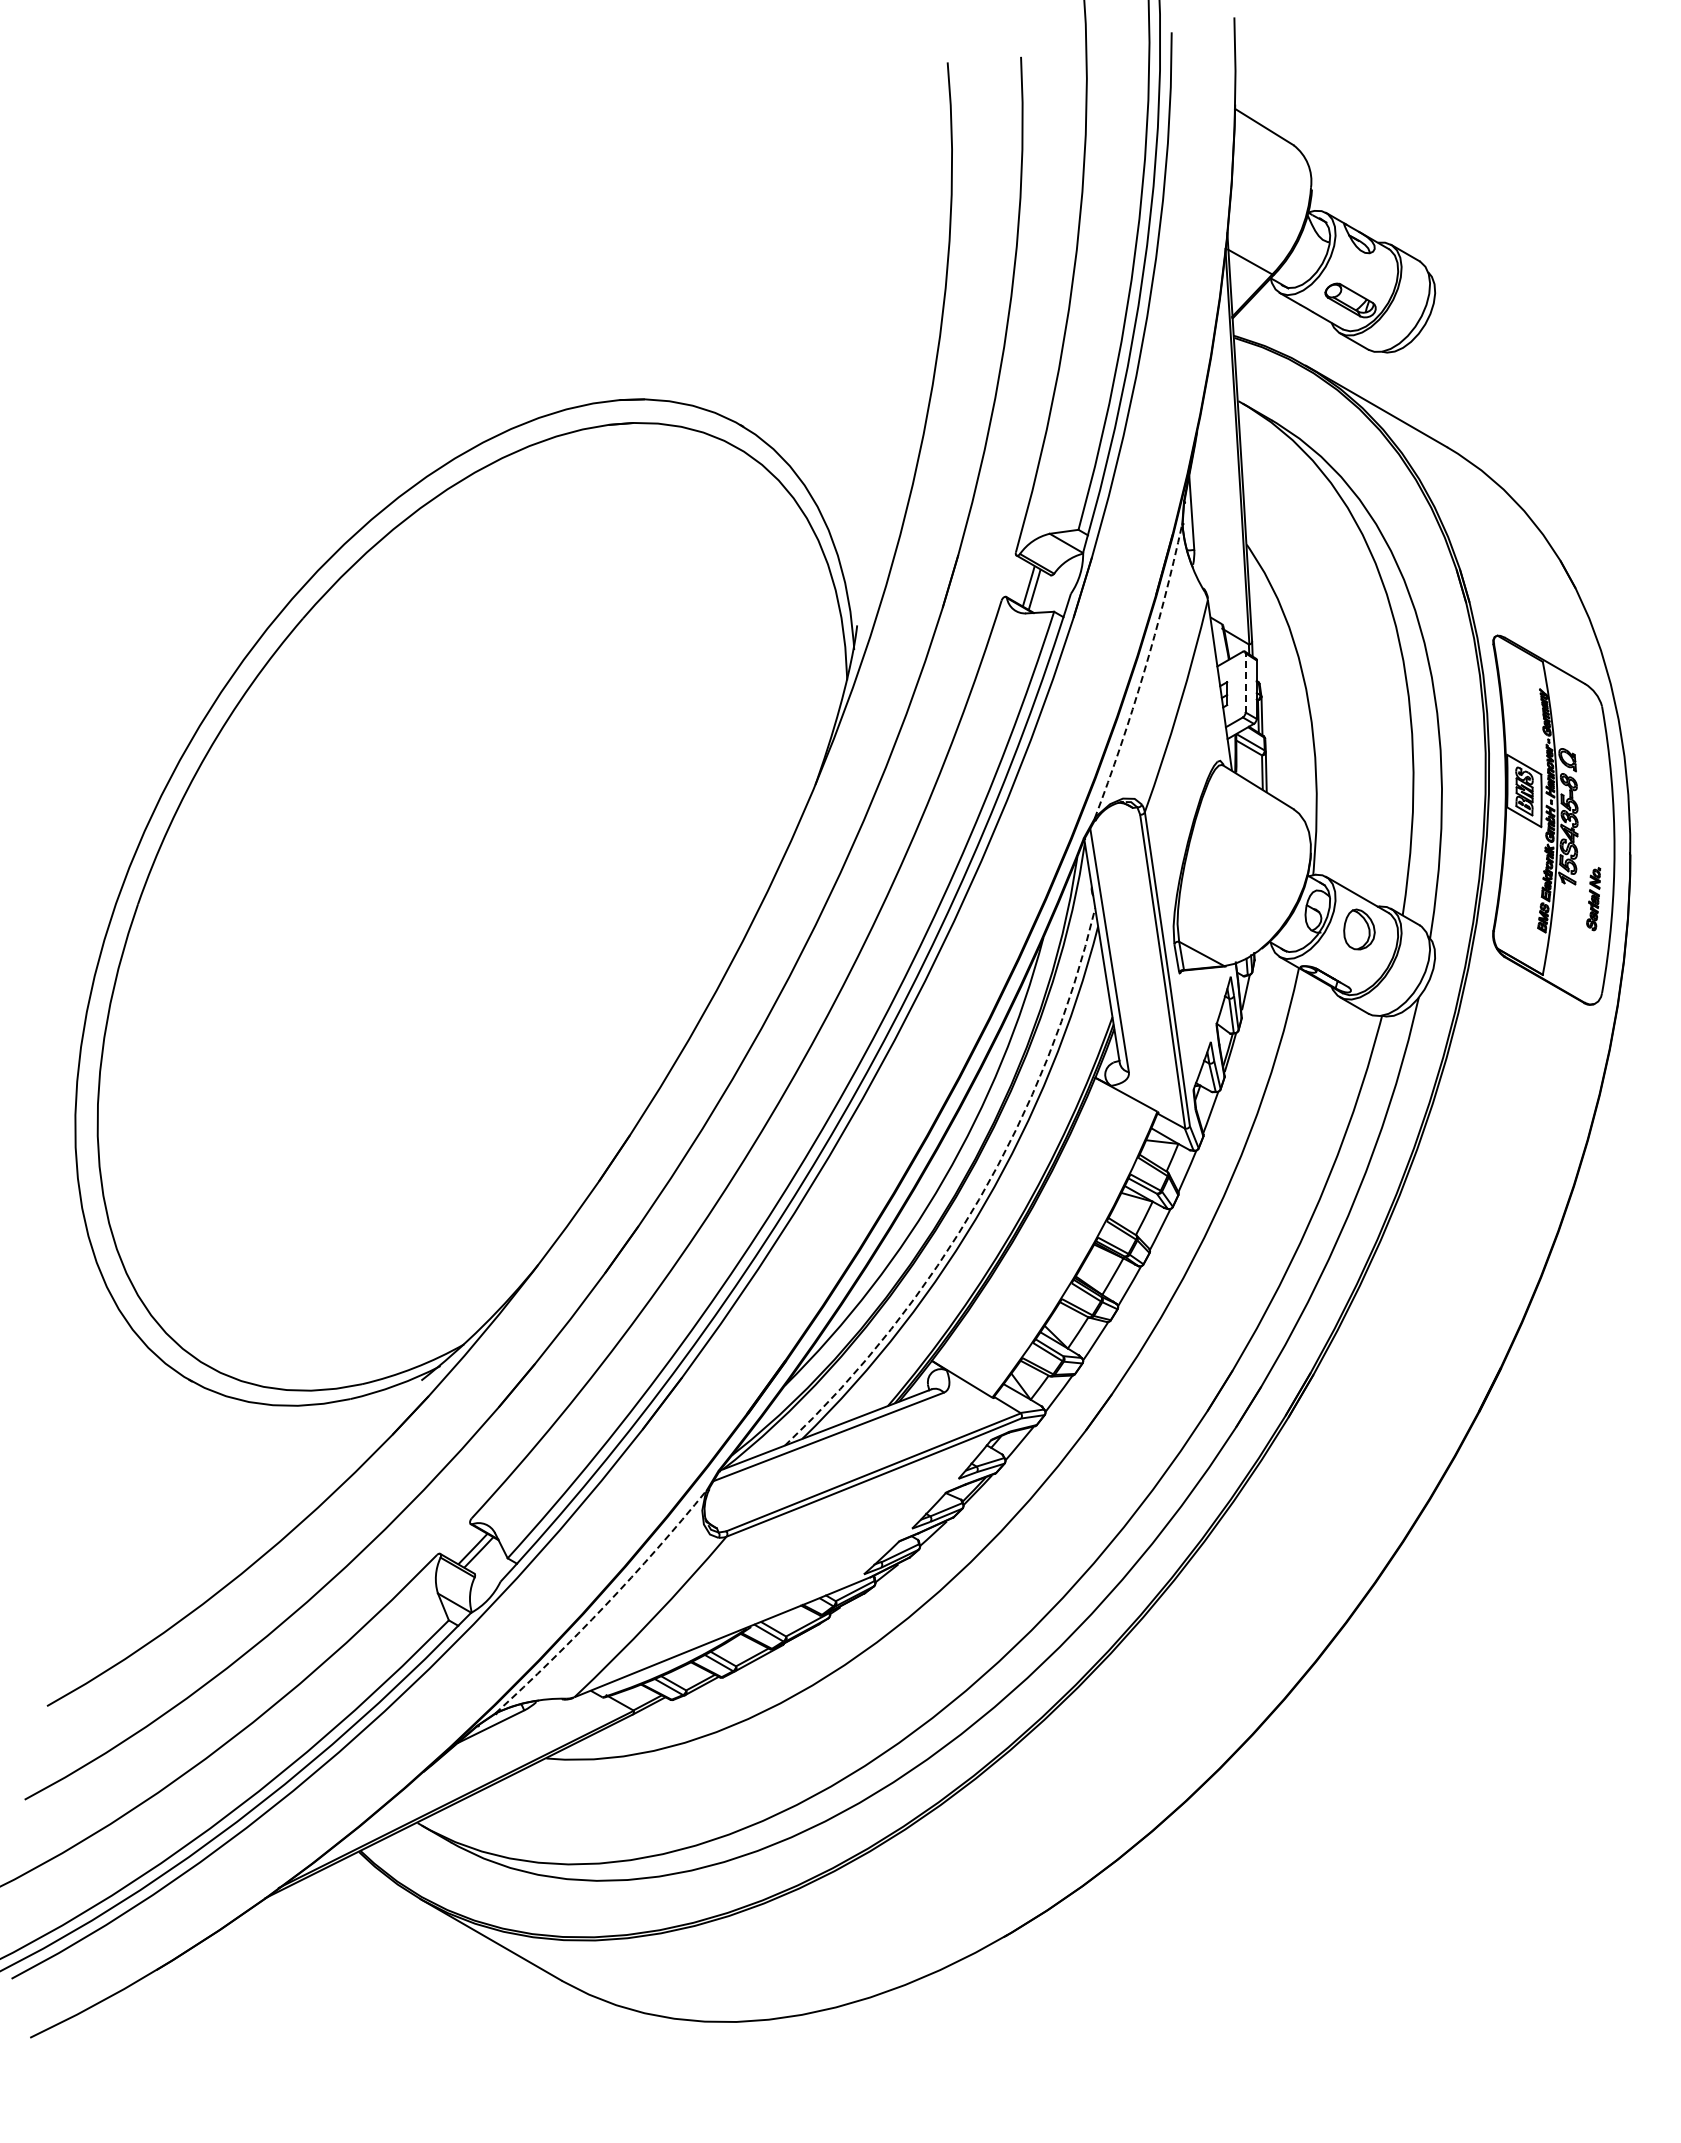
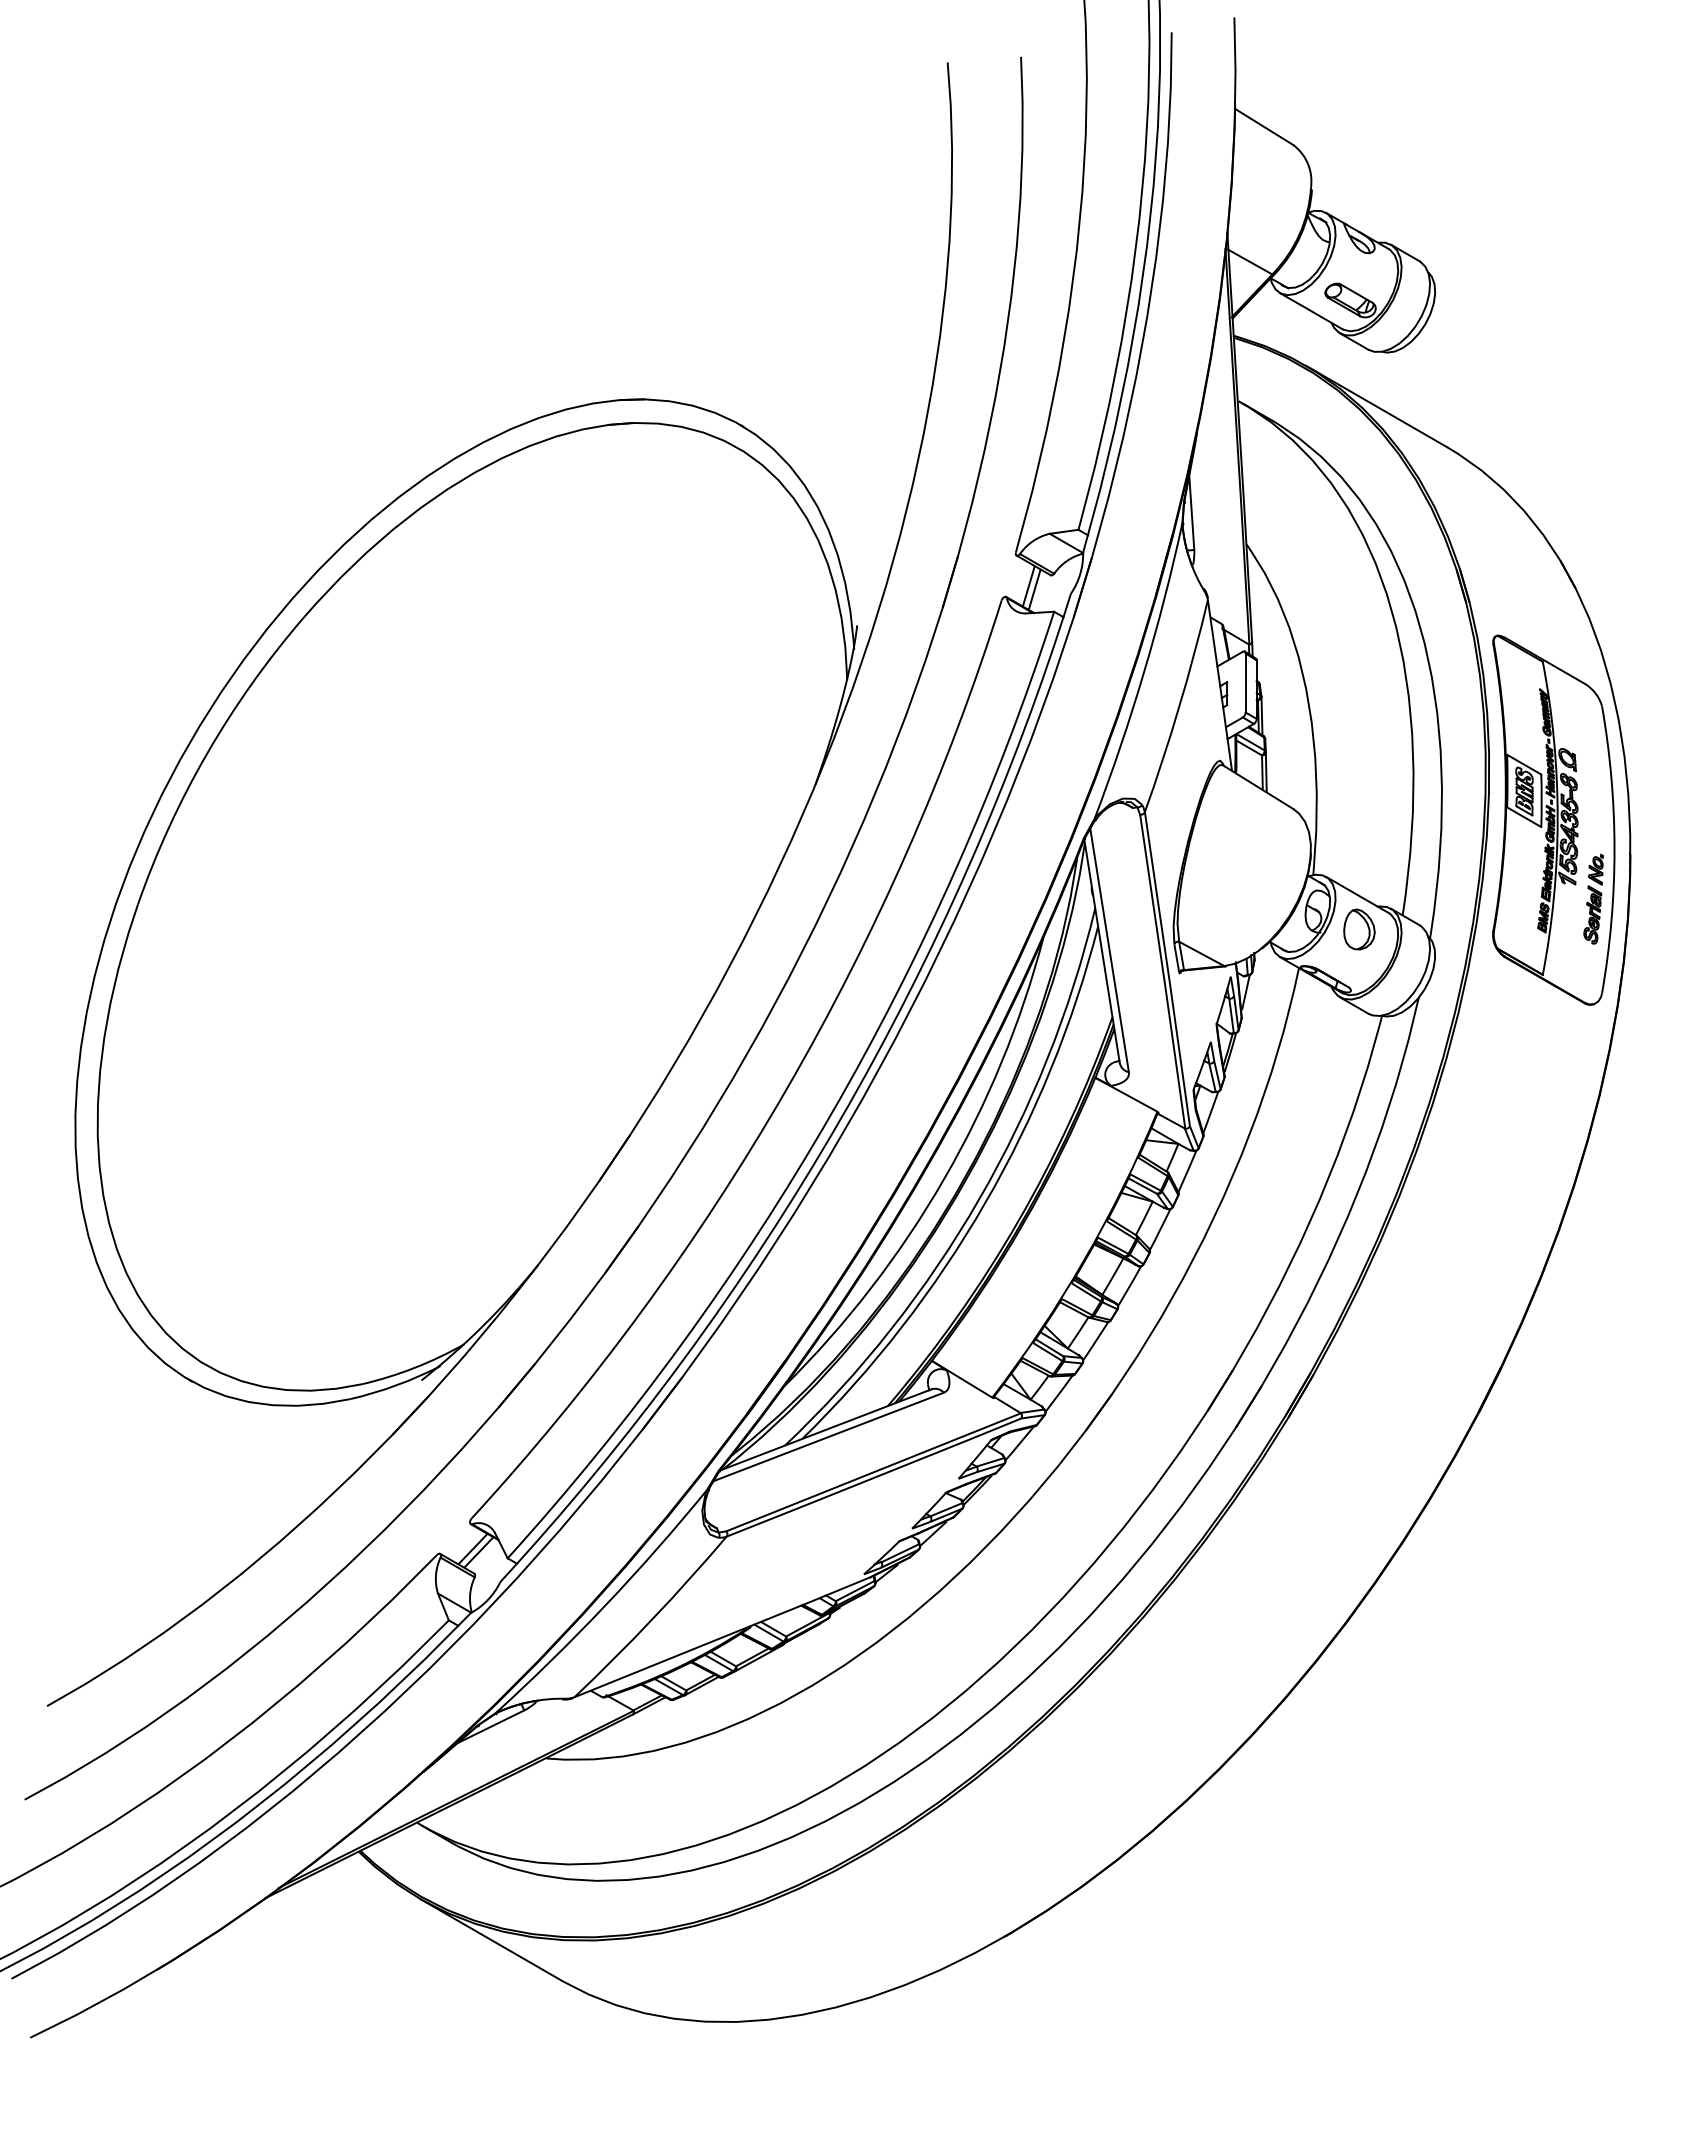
arc at (1143, 672): dashed -> solid
line at (1245, 682): dashed -> solid
part at (1593, 899) size: 16x65 px -> 21x92 px
arc at (979, 1199): dashed -> solid
arc at (605, 1605): dashed -> solid
